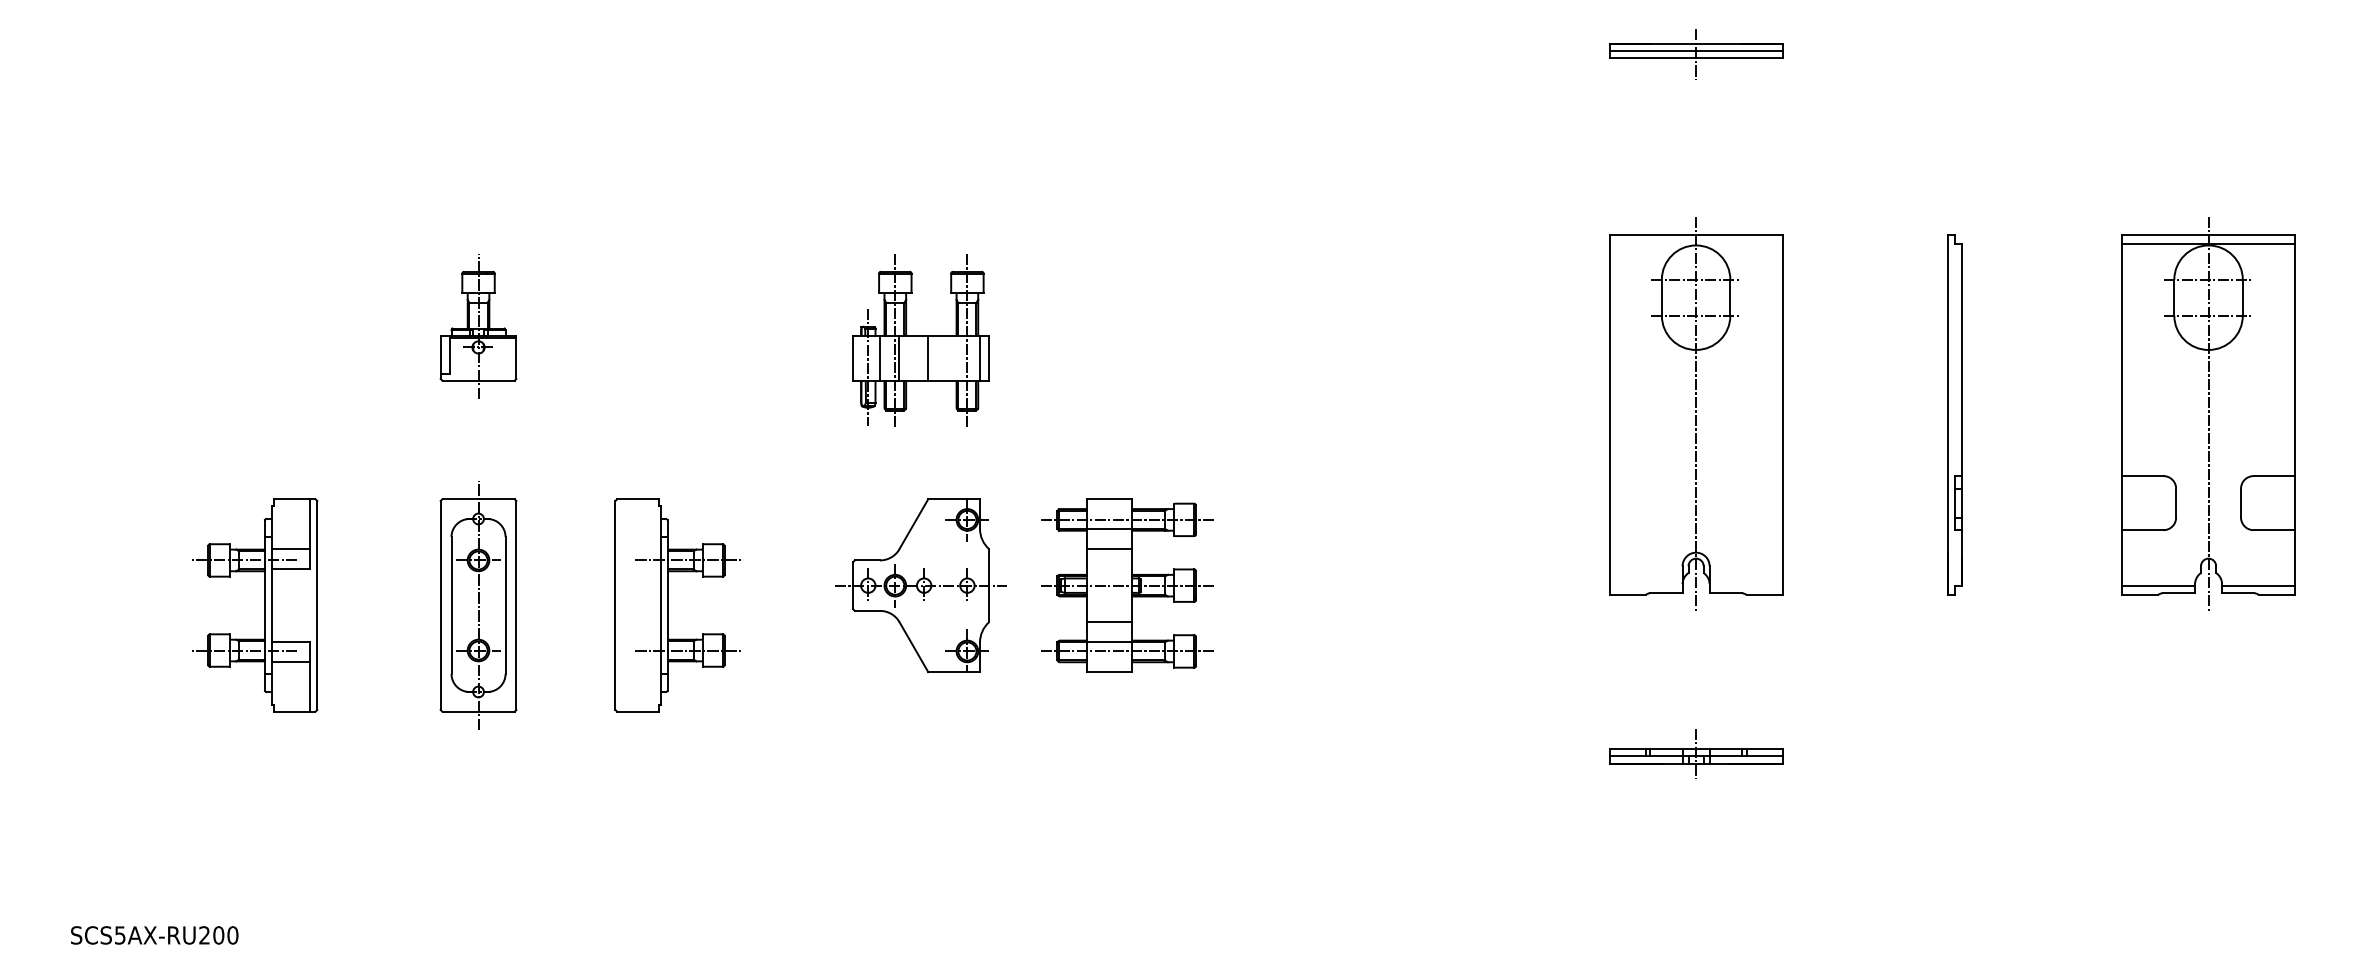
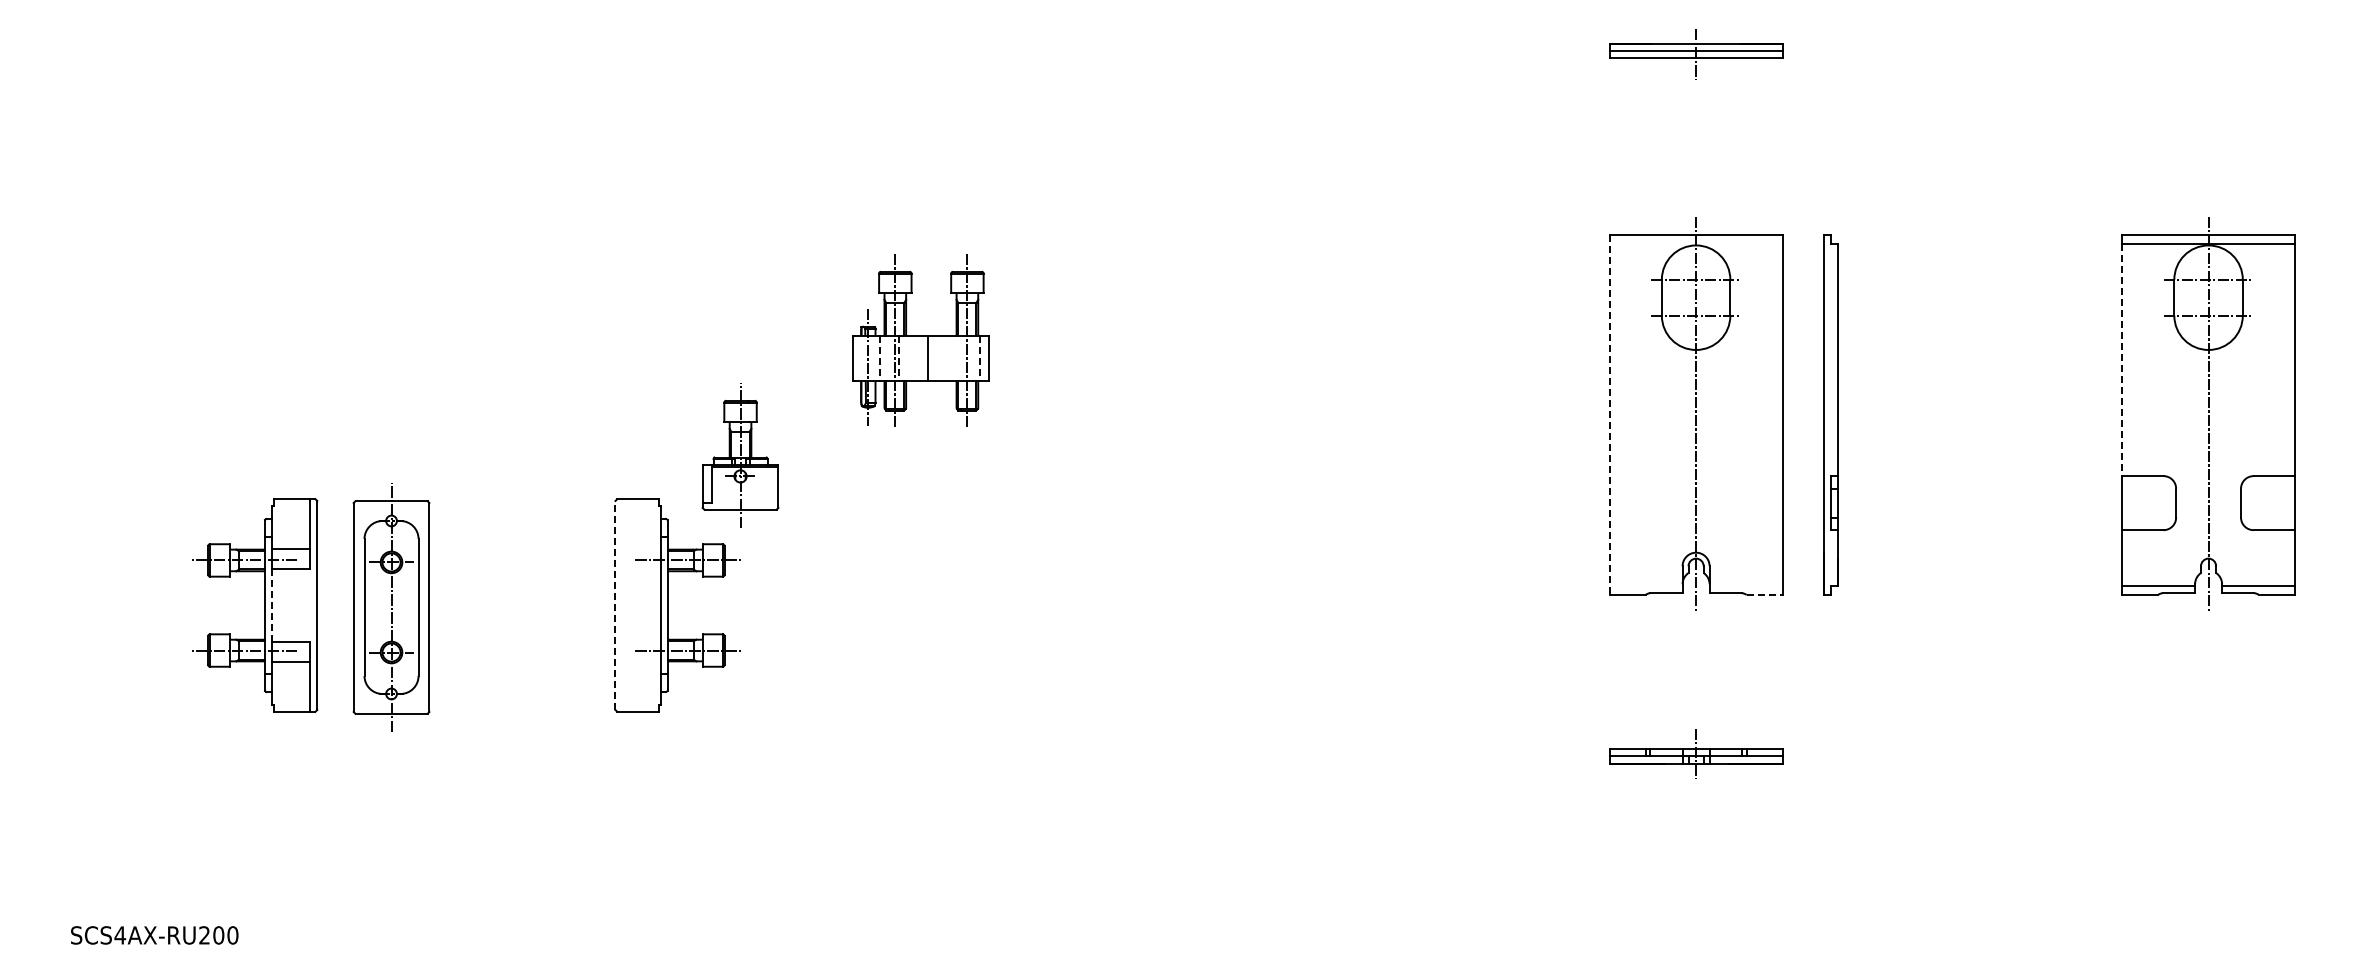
part at (478, 326) position: (478, 326) -> (740, 455)
line at (880, 358): solid -> dashed
line at (899, 358): solid -> dashed
line at (980, 358): solid -> dashed
line at (2122, 360): solid -> dashed
part at (1954, 414) position: (1954, 414) -> (1830, 414)
line at (1609, 415): solid -> dashed
part at (920, 585): present -> none
part at (1127, 585): present -> none
line at (1765, 595): solid -> dashed
line at (272, 605): solid -> dashed
part at (478, 605) position: (478, 605) -> (391, 607)
line at (615, 605): solid -> dashed
text at (120, 935): SCS5AX-RU200 -> SCS4AX-RU200
